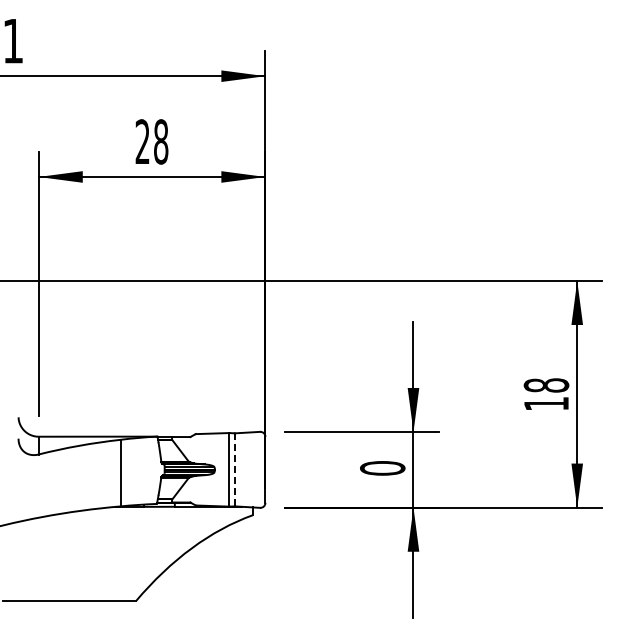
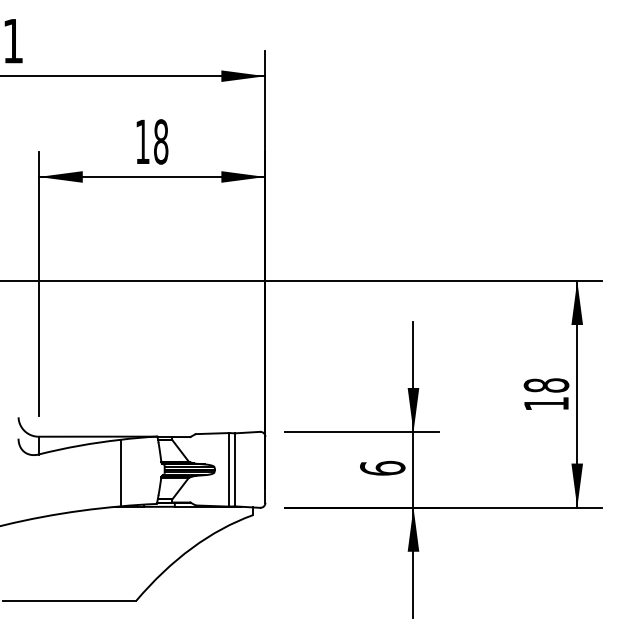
text at (142, 141): 28 -> 18
text at (382, 467): 0 -> 6
line at (234, 469): dashed -> solid
